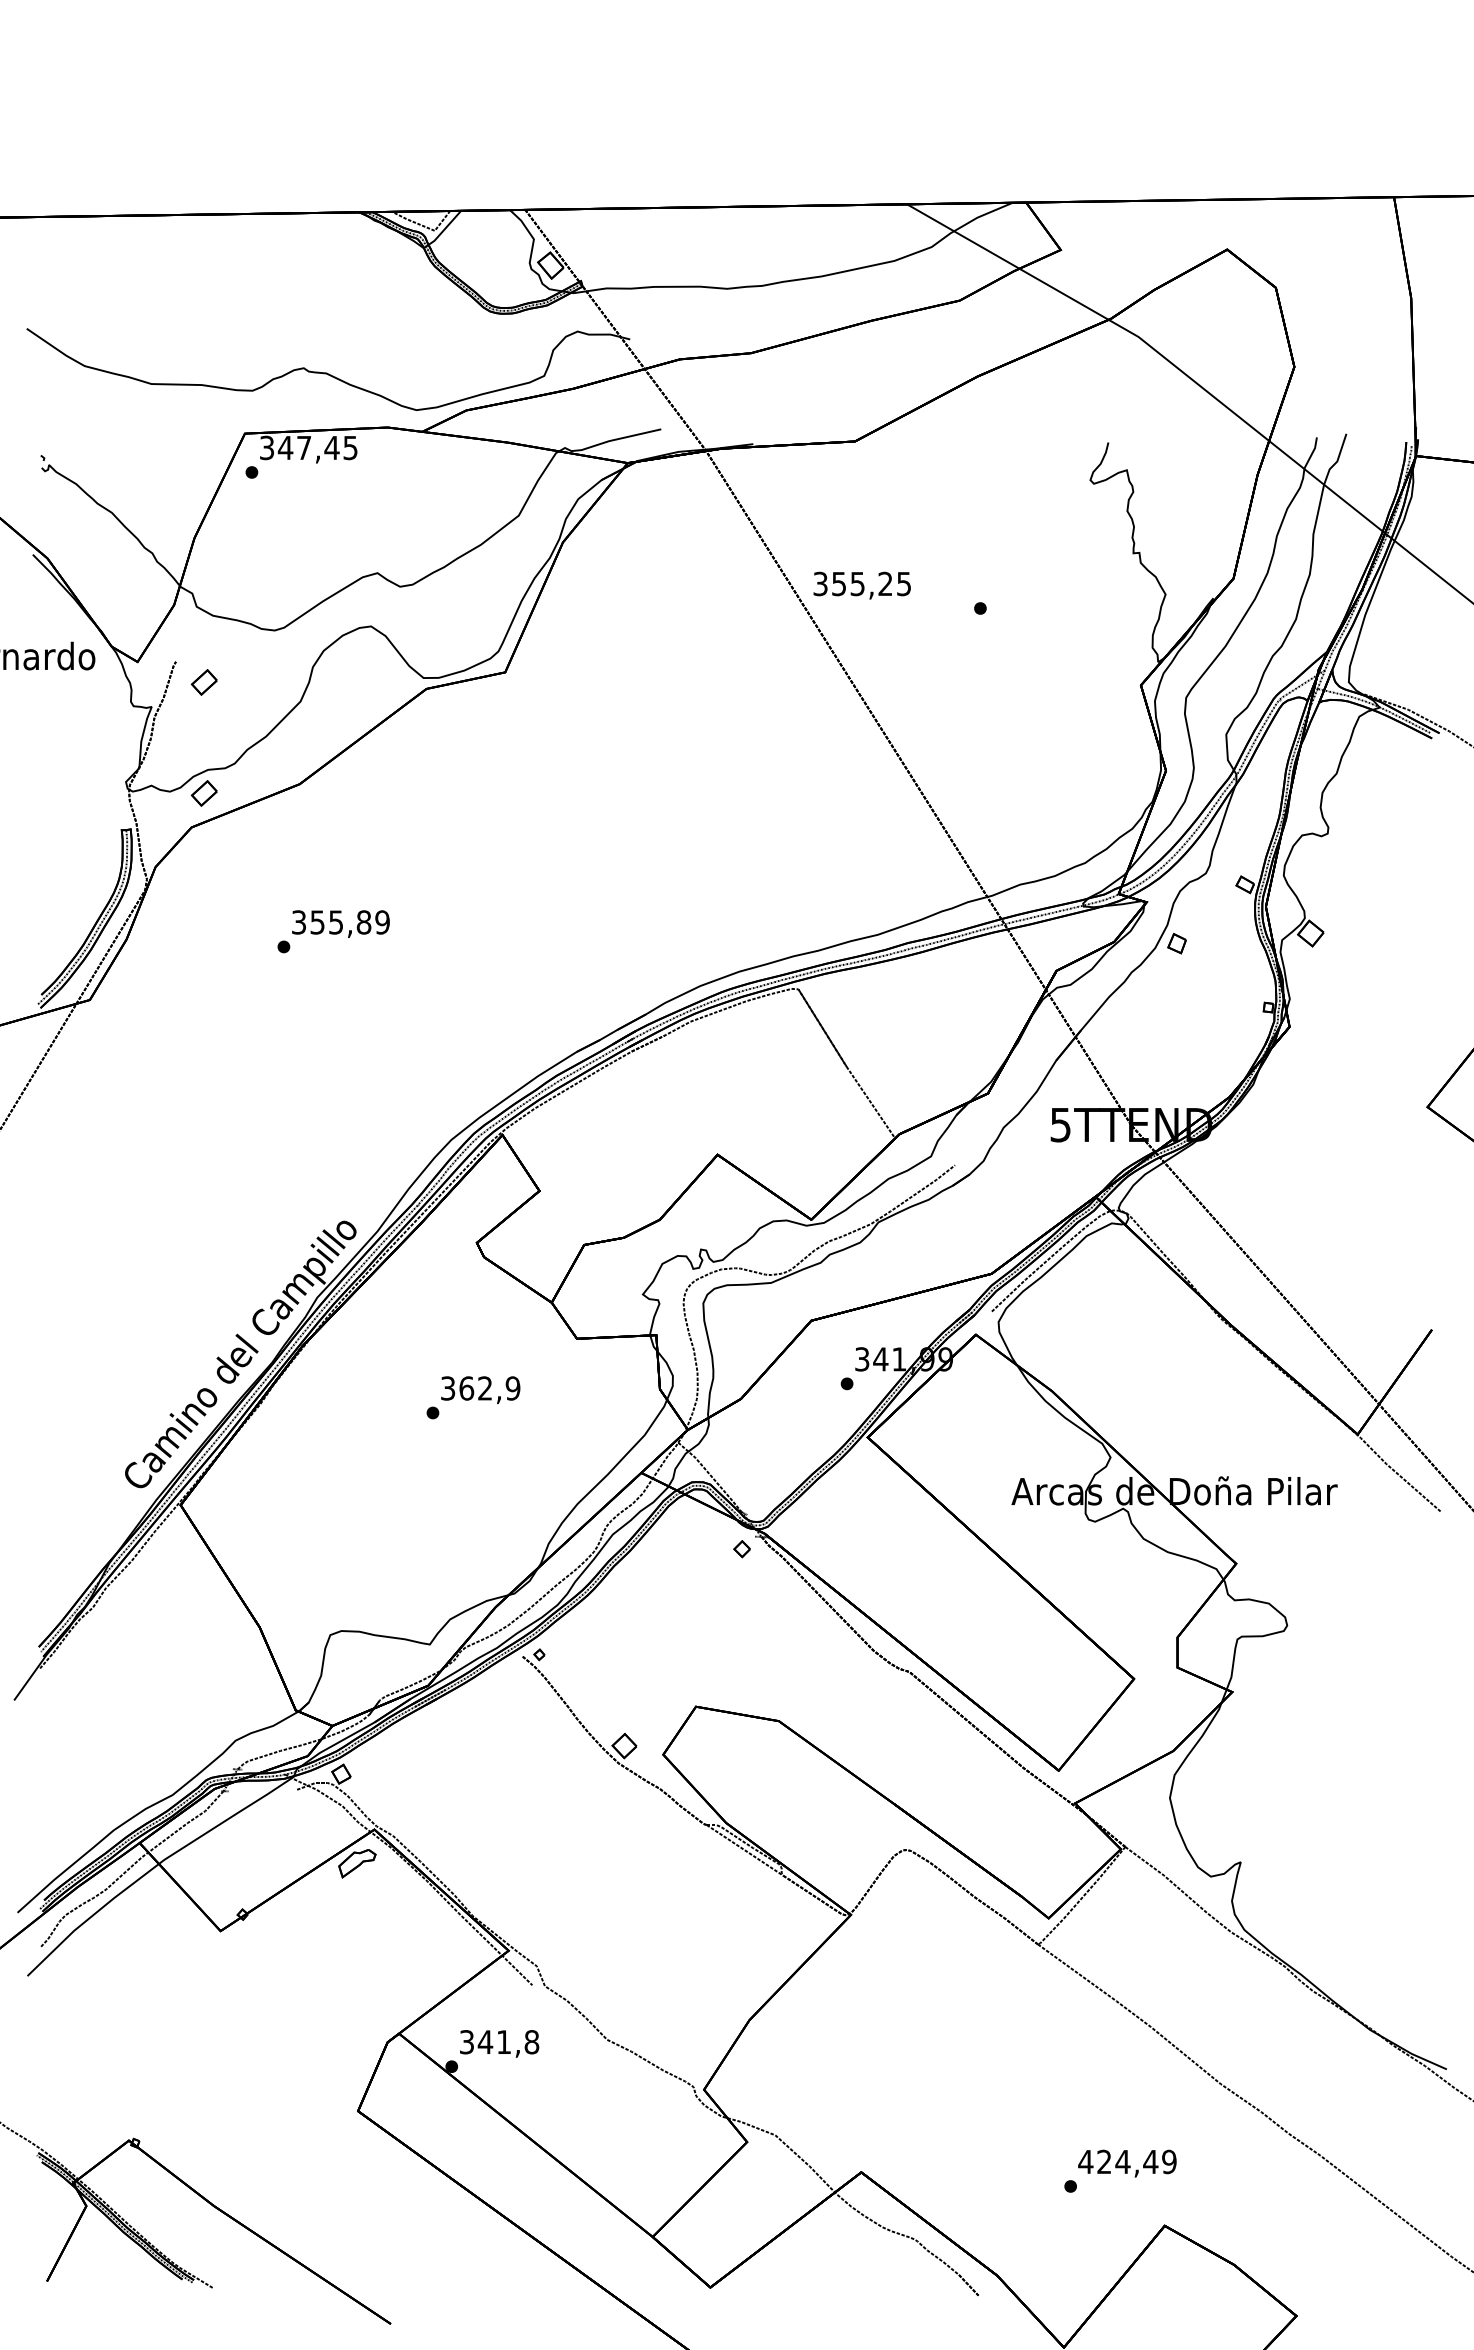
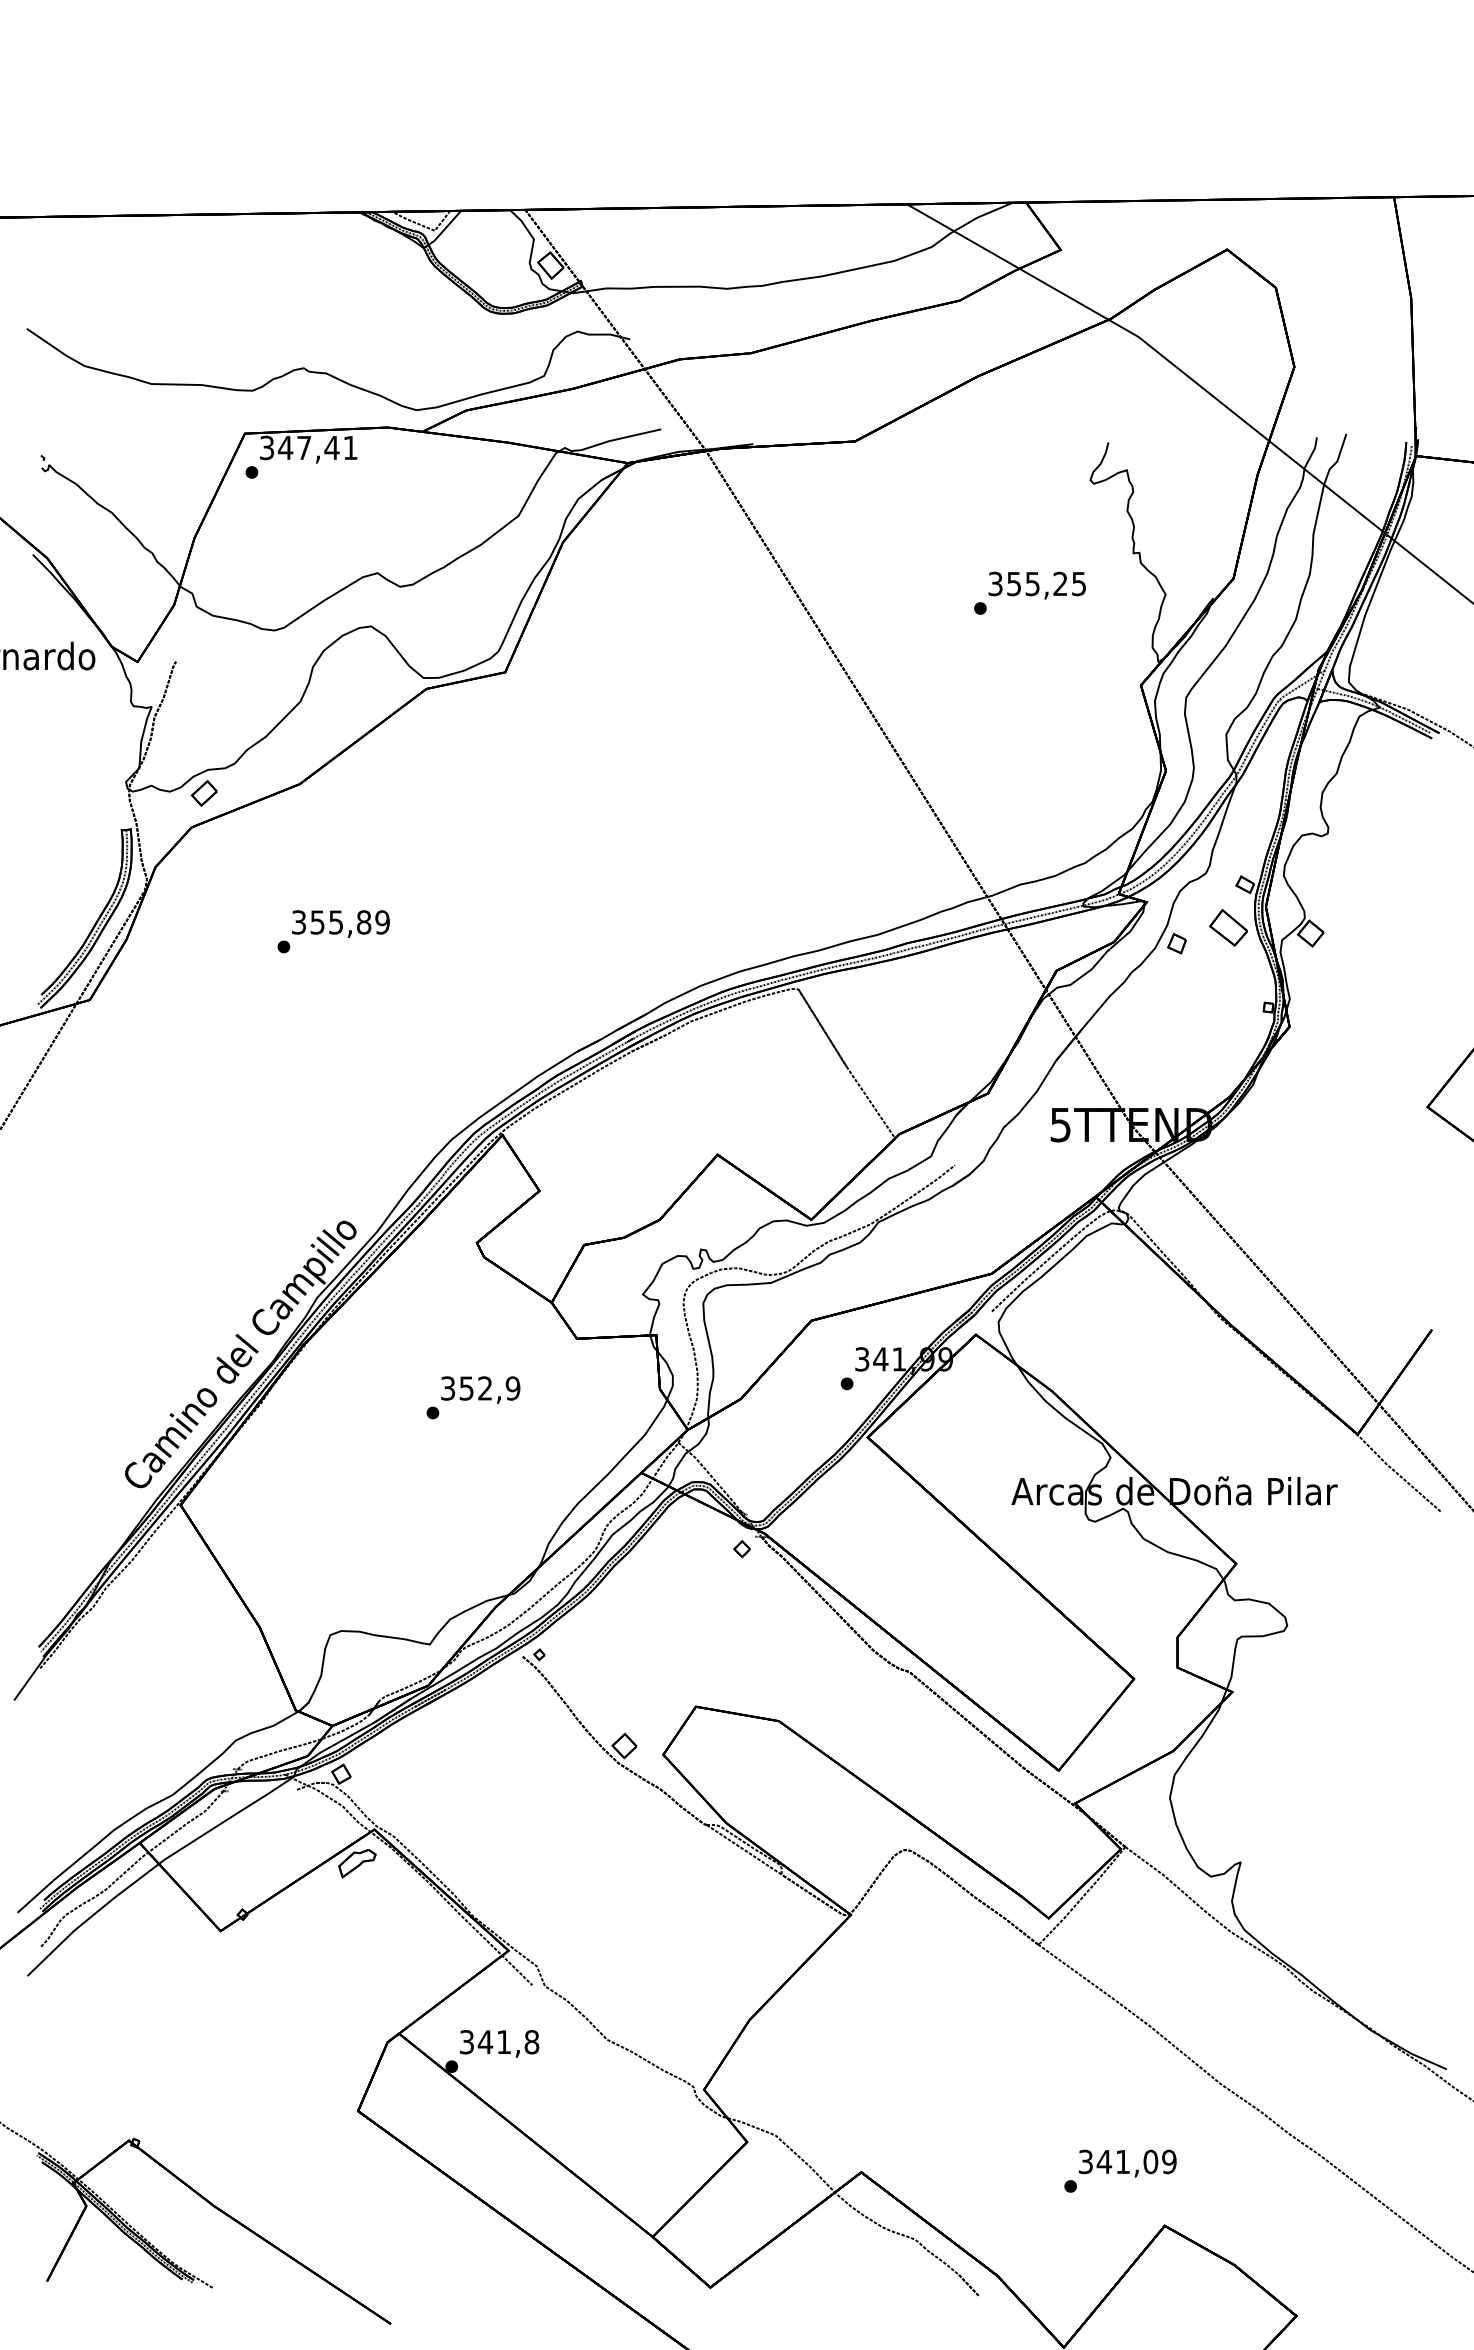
text at (350, 448): 347,45 -> 347,41
text at (861, 585) position: (861, 585) -> (1036, 585)
part at (203, 682): present -> none
part at (1228, 927): none -> present
text at (466, 1388): 362,9 -> 352,9
text at (1118, 2161): 424,49 -> 341,09
